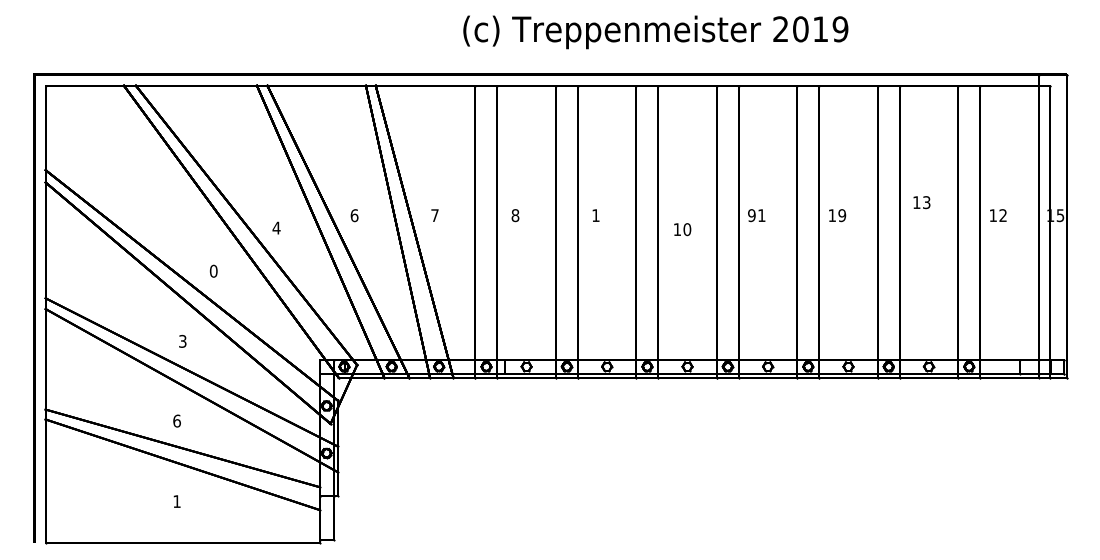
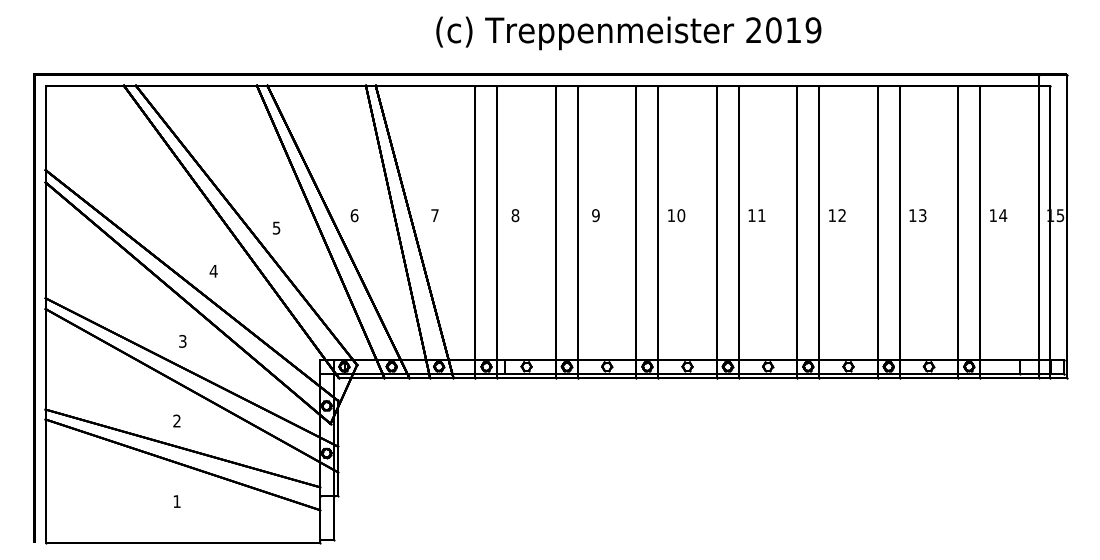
text at (655, 32) position: (655, 32) -> (628, 33)
text at (921, 202) position: (921, 202) -> (917, 215)
text at (595, 215): 1 -> 9
text at (751, 215): 91 -> 11
text at (842, 215): 19 -> 12
text at (1003, 215): 12 -> 14
text at (276, 227): 4 -> 5
text at (682, 229) position: (682, 229) -> (676, 215)
text at (213, 270): 0 -> 4
text at (176, 420): 6 -> 2
